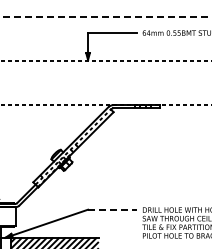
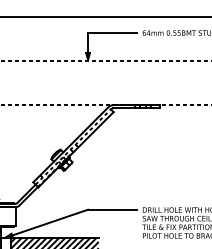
line at (106, 16): dashed -> solid
line at (112, 209): dashed -> solid
